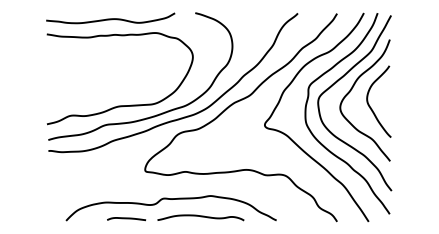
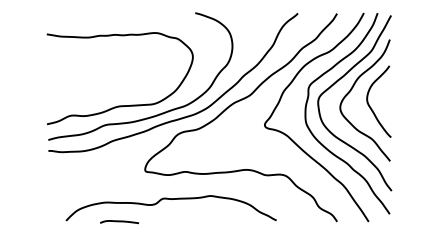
curve at (110, 18): present -> none
curve at (200, 217): present -> none
curve at (126, 219) position: (126, 219) -> (119, 222)
